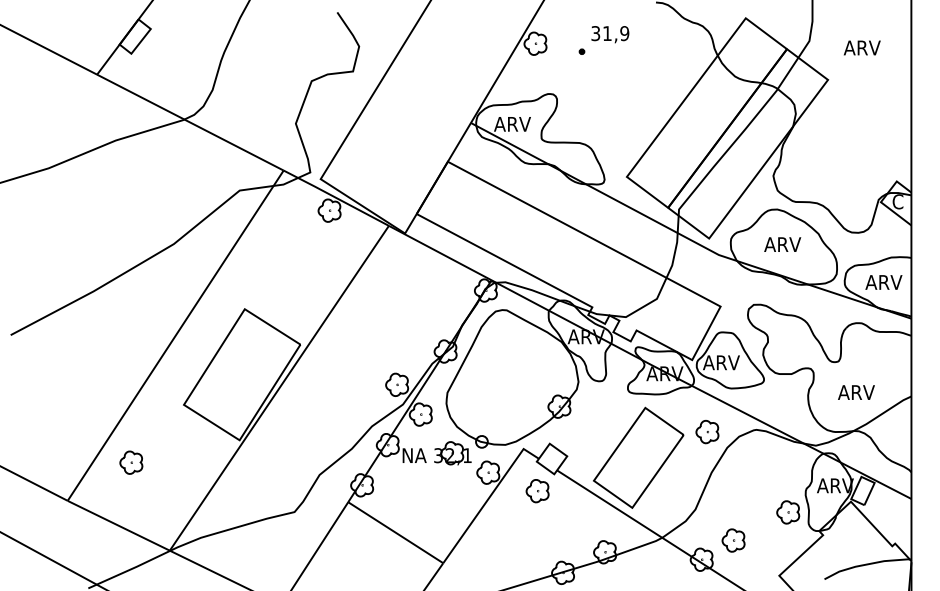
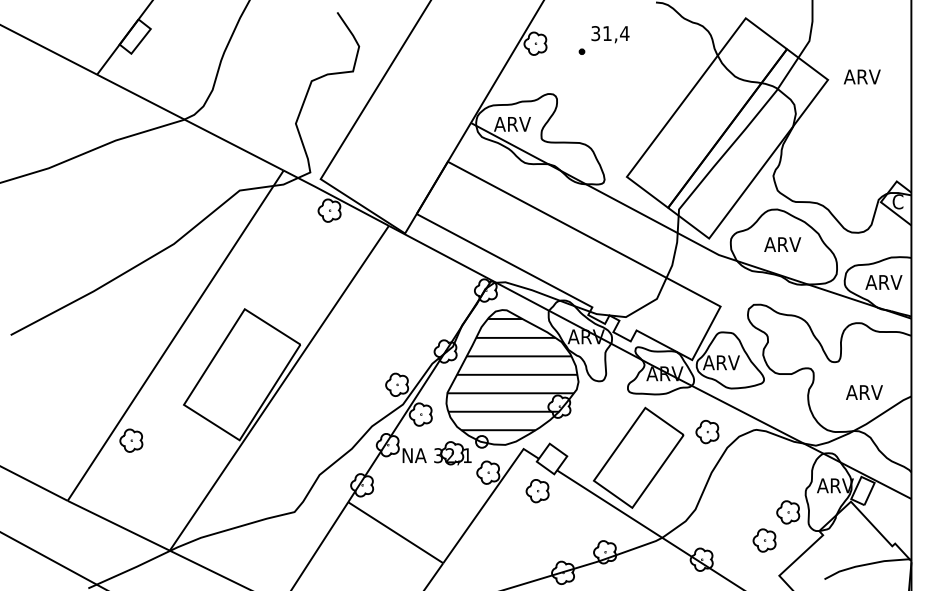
text at (624, 33): 31,9 -> 31,4
text at (861, 47) position: (861, 47) -> (861, 76)
hatch at (512, 374): none -> present
text at (856, 392) position: (856, 392) -> (864, 392)
part at (131, 462) position: (131, 462) -> (131, 440)
part at (733, 540) position: (733, 540) -> (764, 540)
